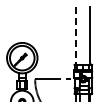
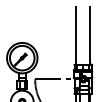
line at (76, 35): dashed -> solid
